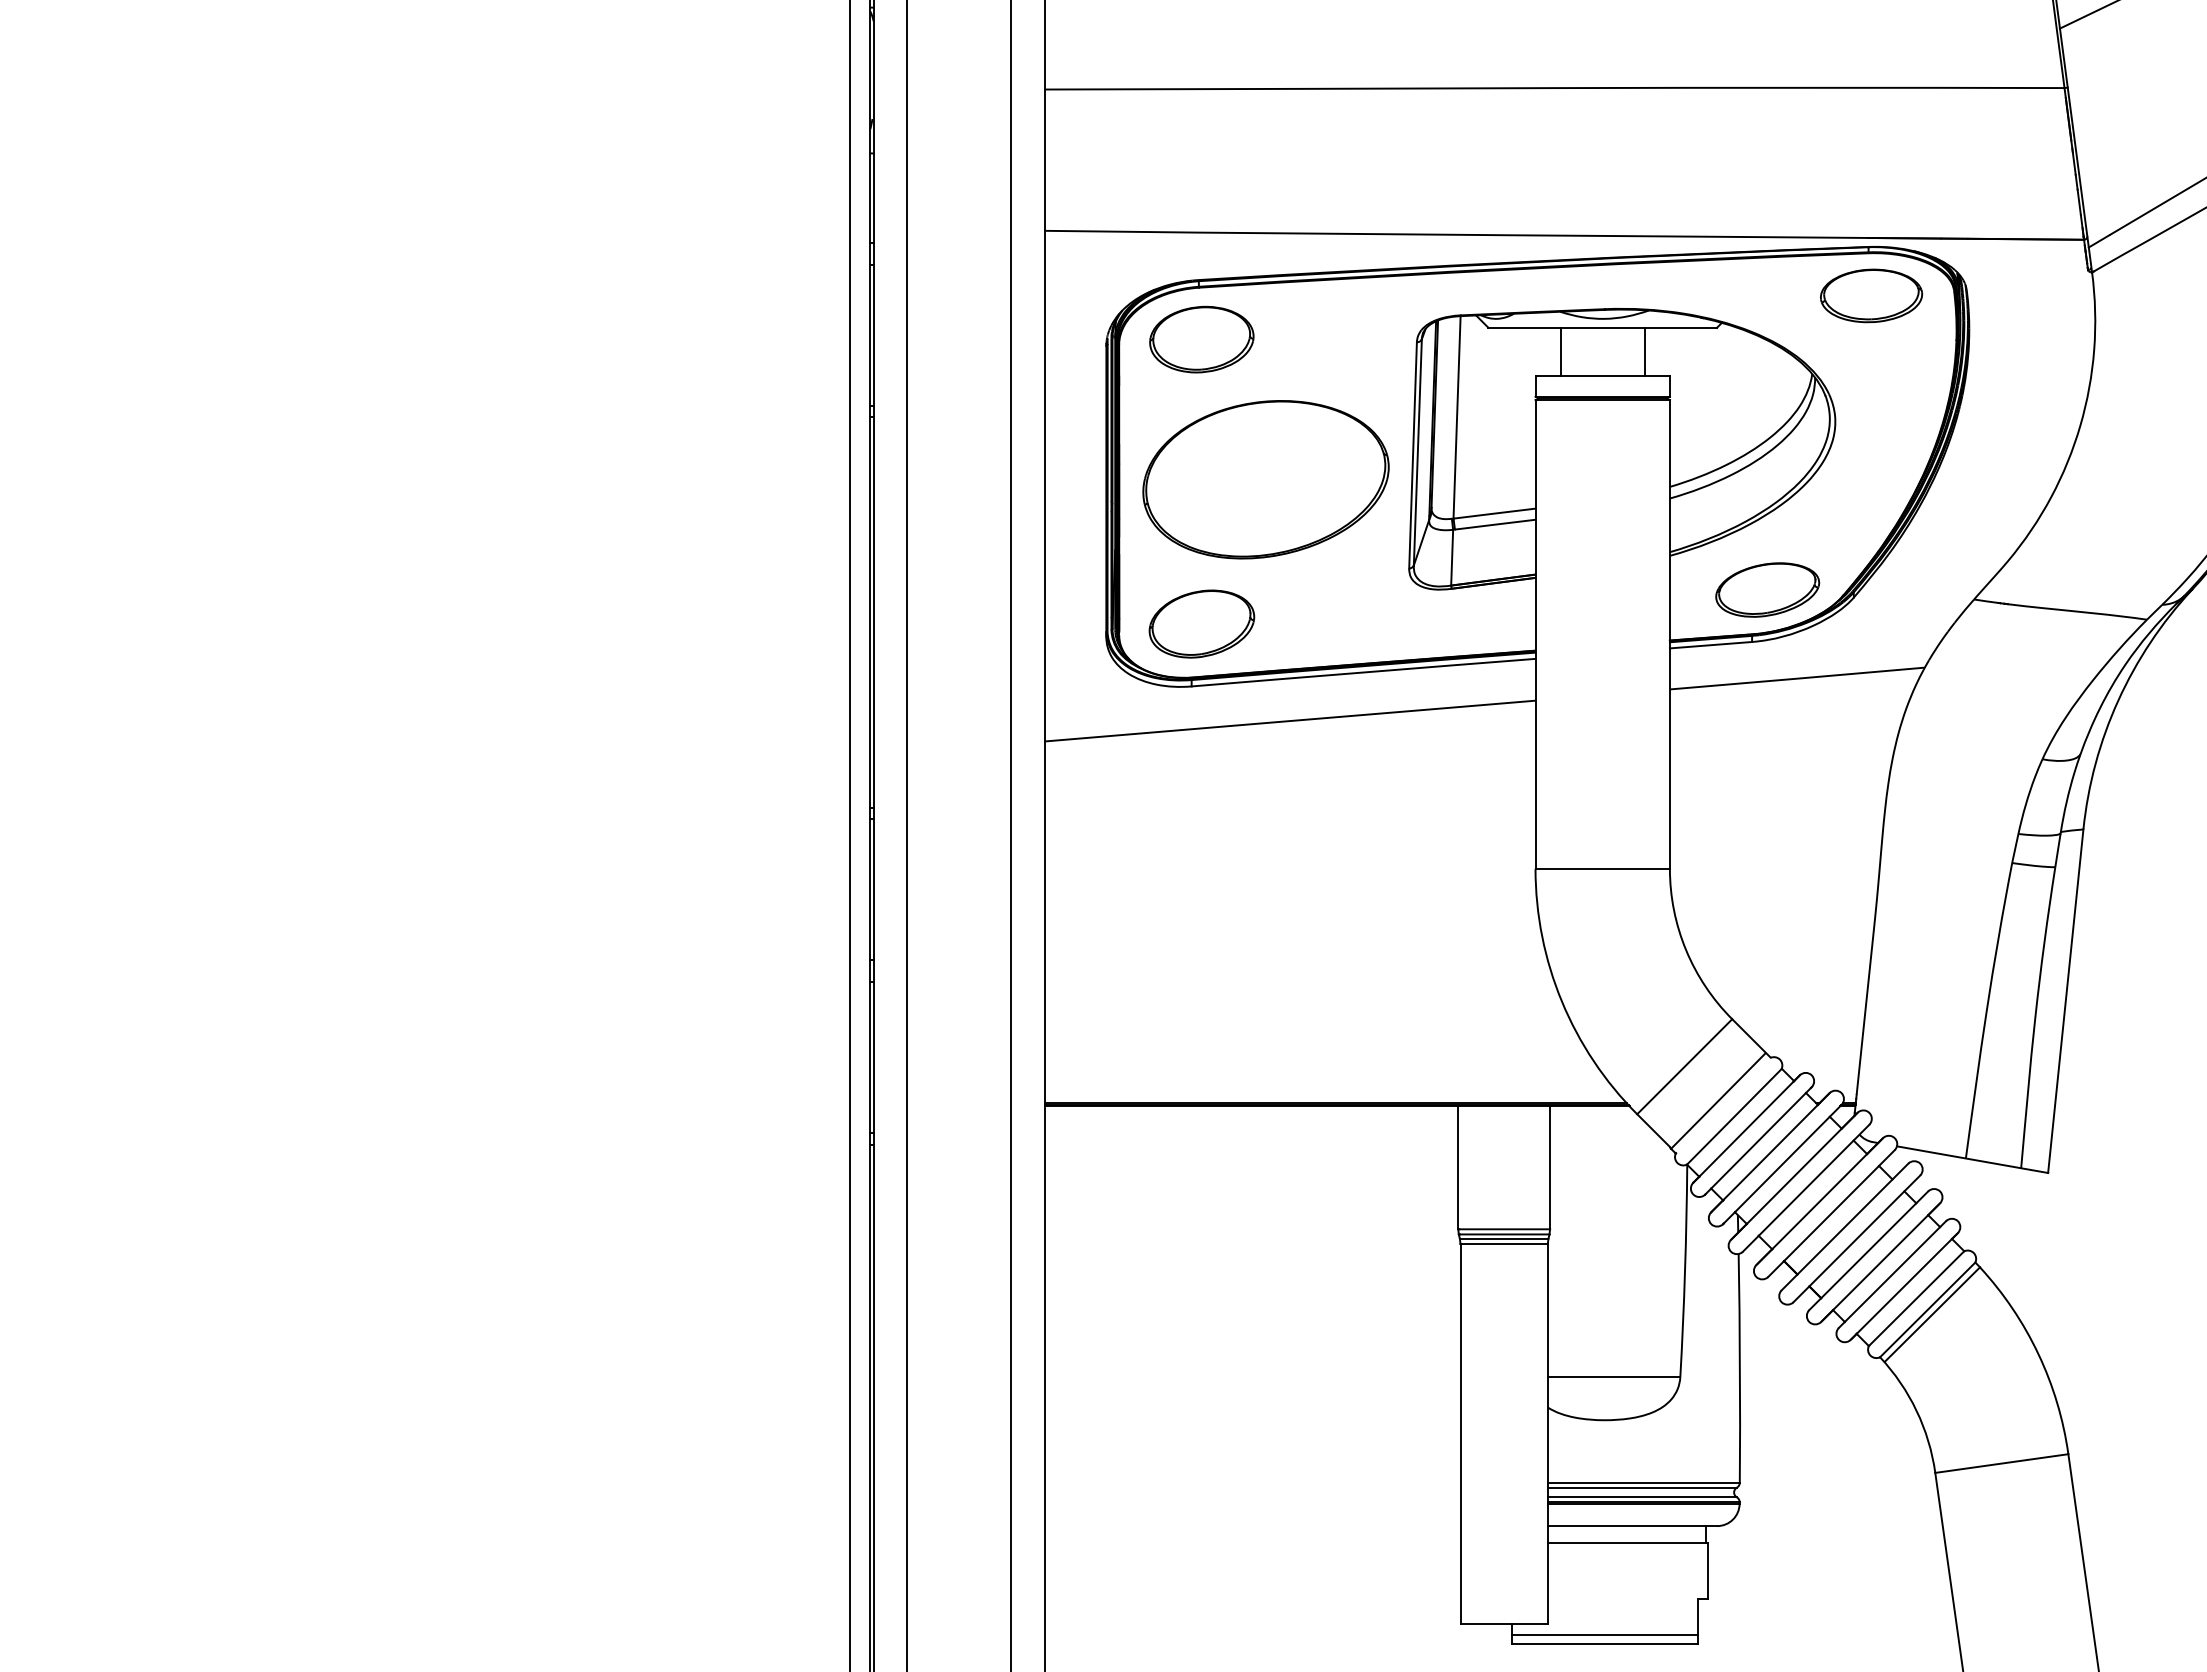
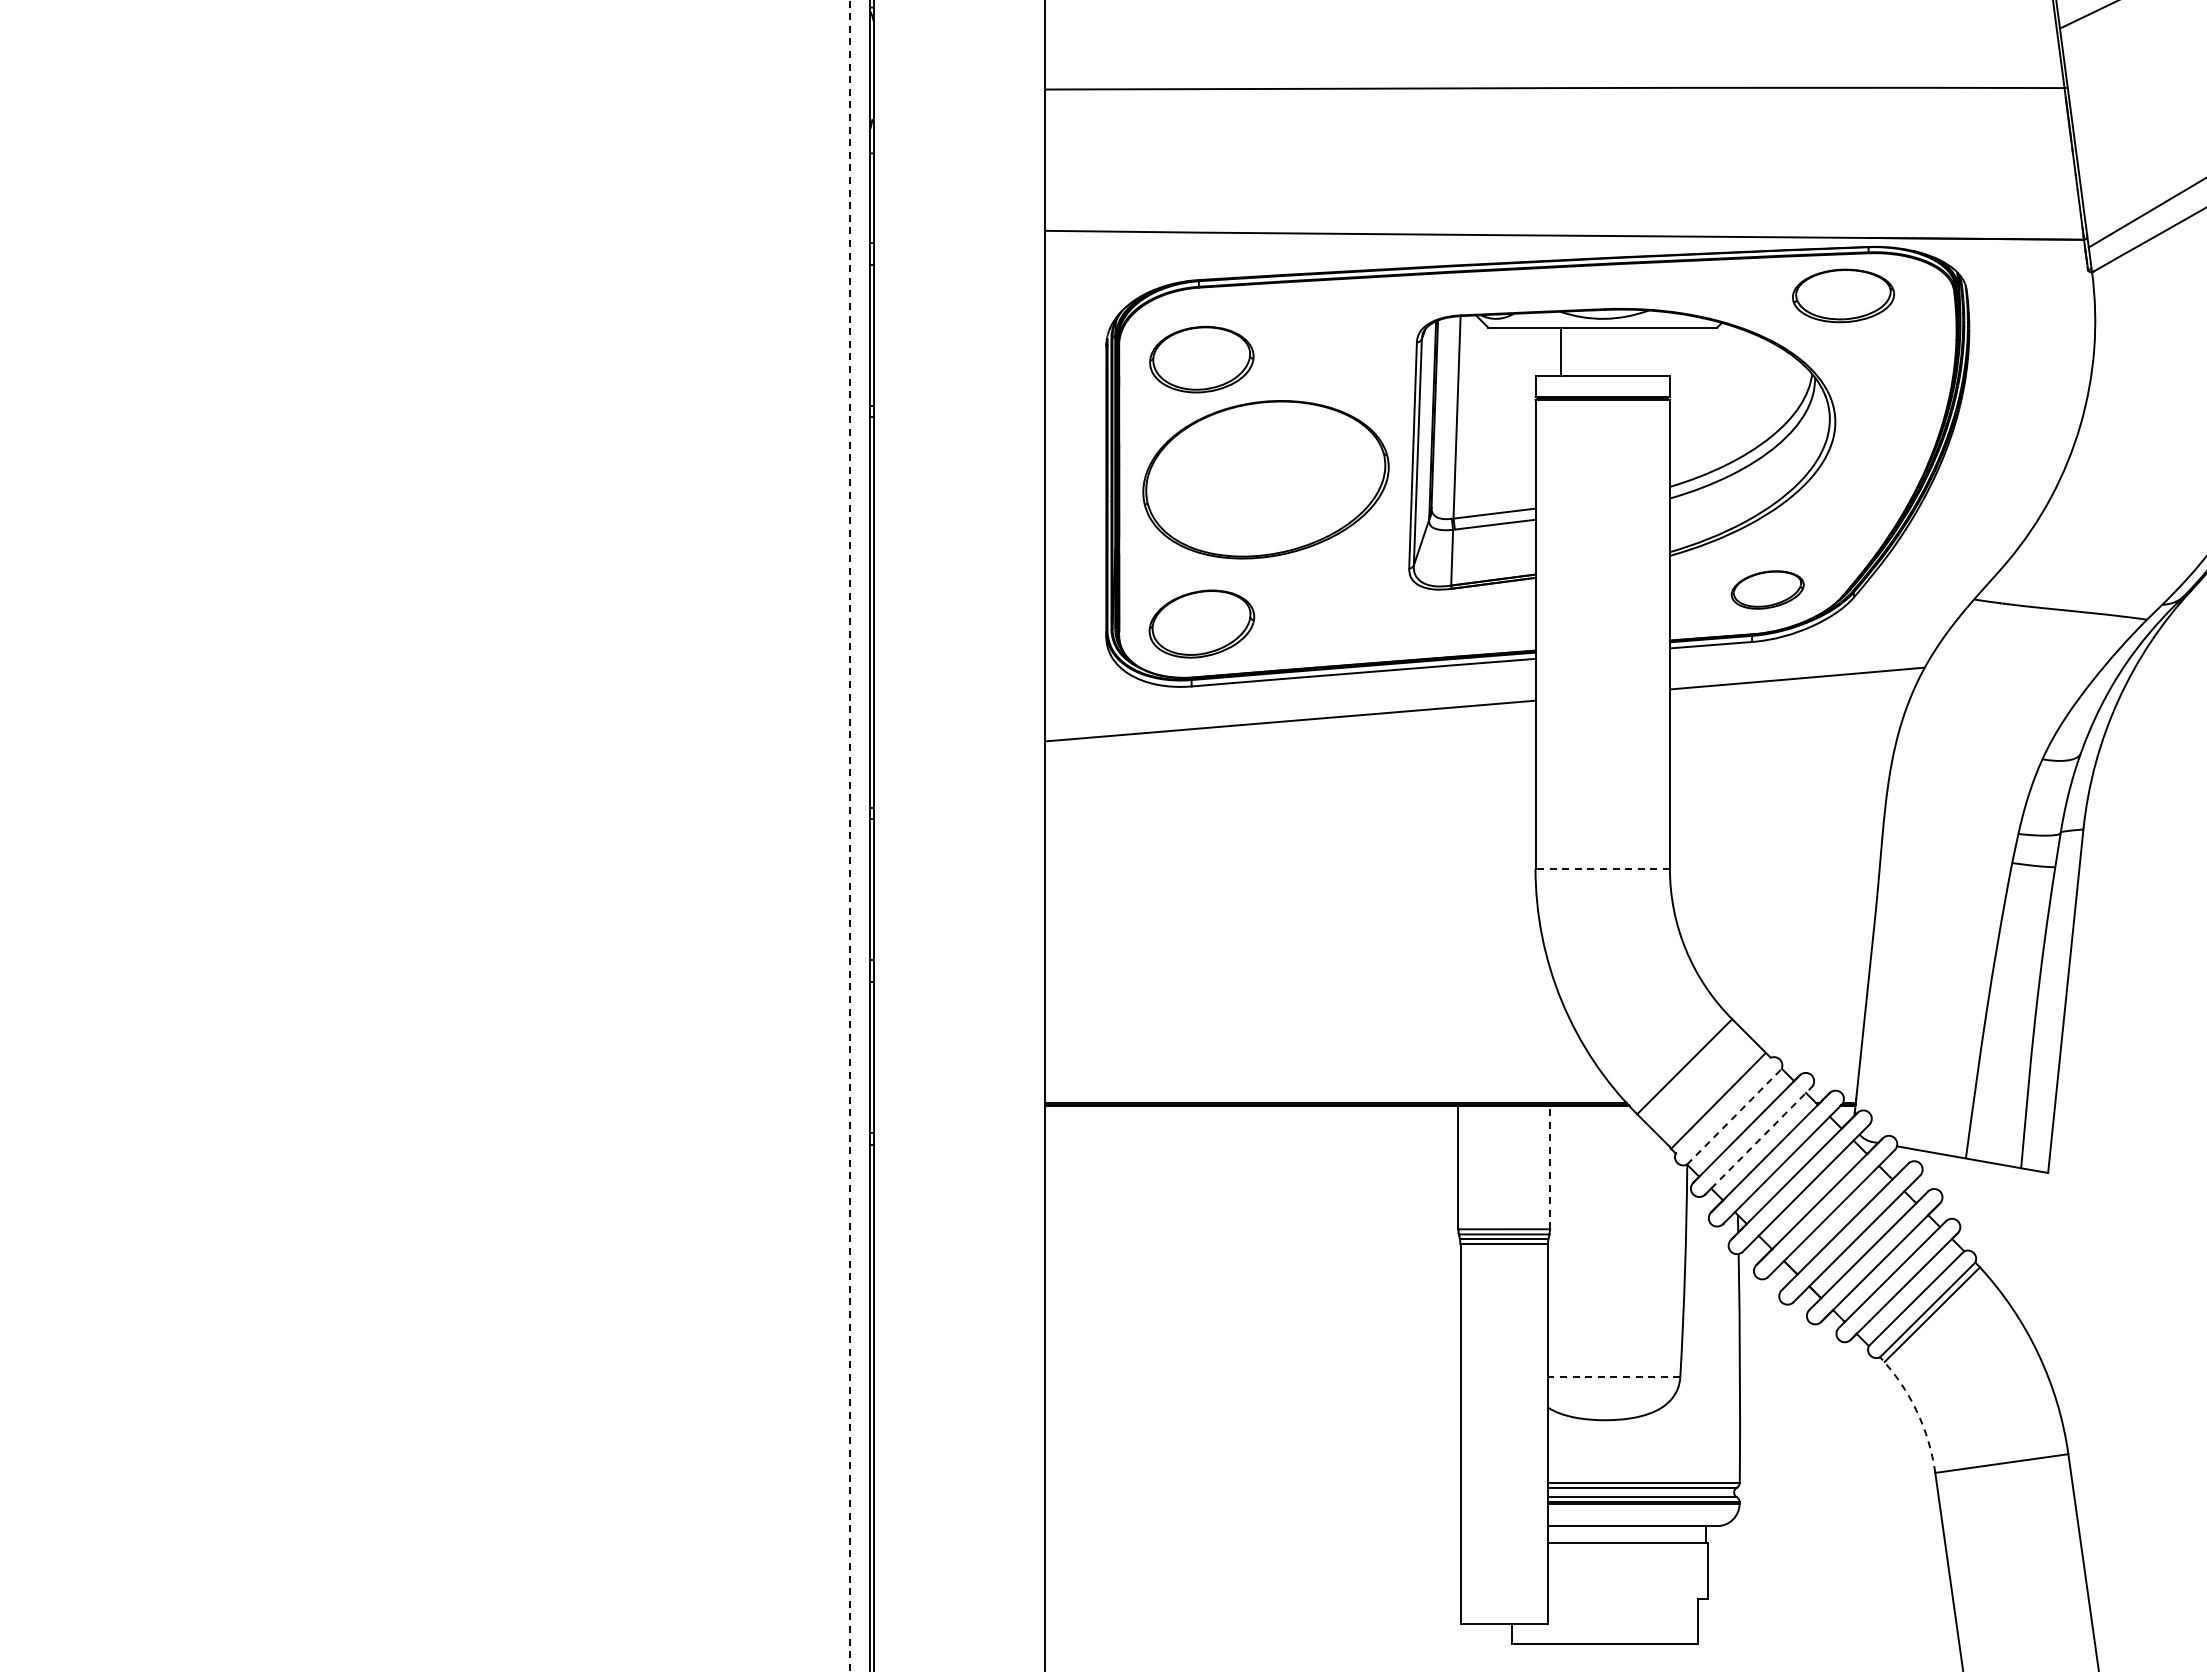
part at (1871, 295) position: (1871, 295) -> (1843, 295)
part at (1201, 339) position: (1201, 339) -> (1201, 359)
line at (1644, 351): present -> none
part at (1767, 589) size: 106x56 px -> 75x40 px
line at (907, 835): present -> none
line at (1011, 835): present -> none
line at (850, 836): solid -> dashed
line at (1602, 868): solid -> dashed
line at (1734, 1116): solid -> dashed
line at (1761, 1138): solid -> dashed
line at (1550, 1167): solid -> dashed
line at (1613, 1377): solid -> dashed
arc at (1916, 1410): solid -> dashed
line at (1604, 1634): present -> none
